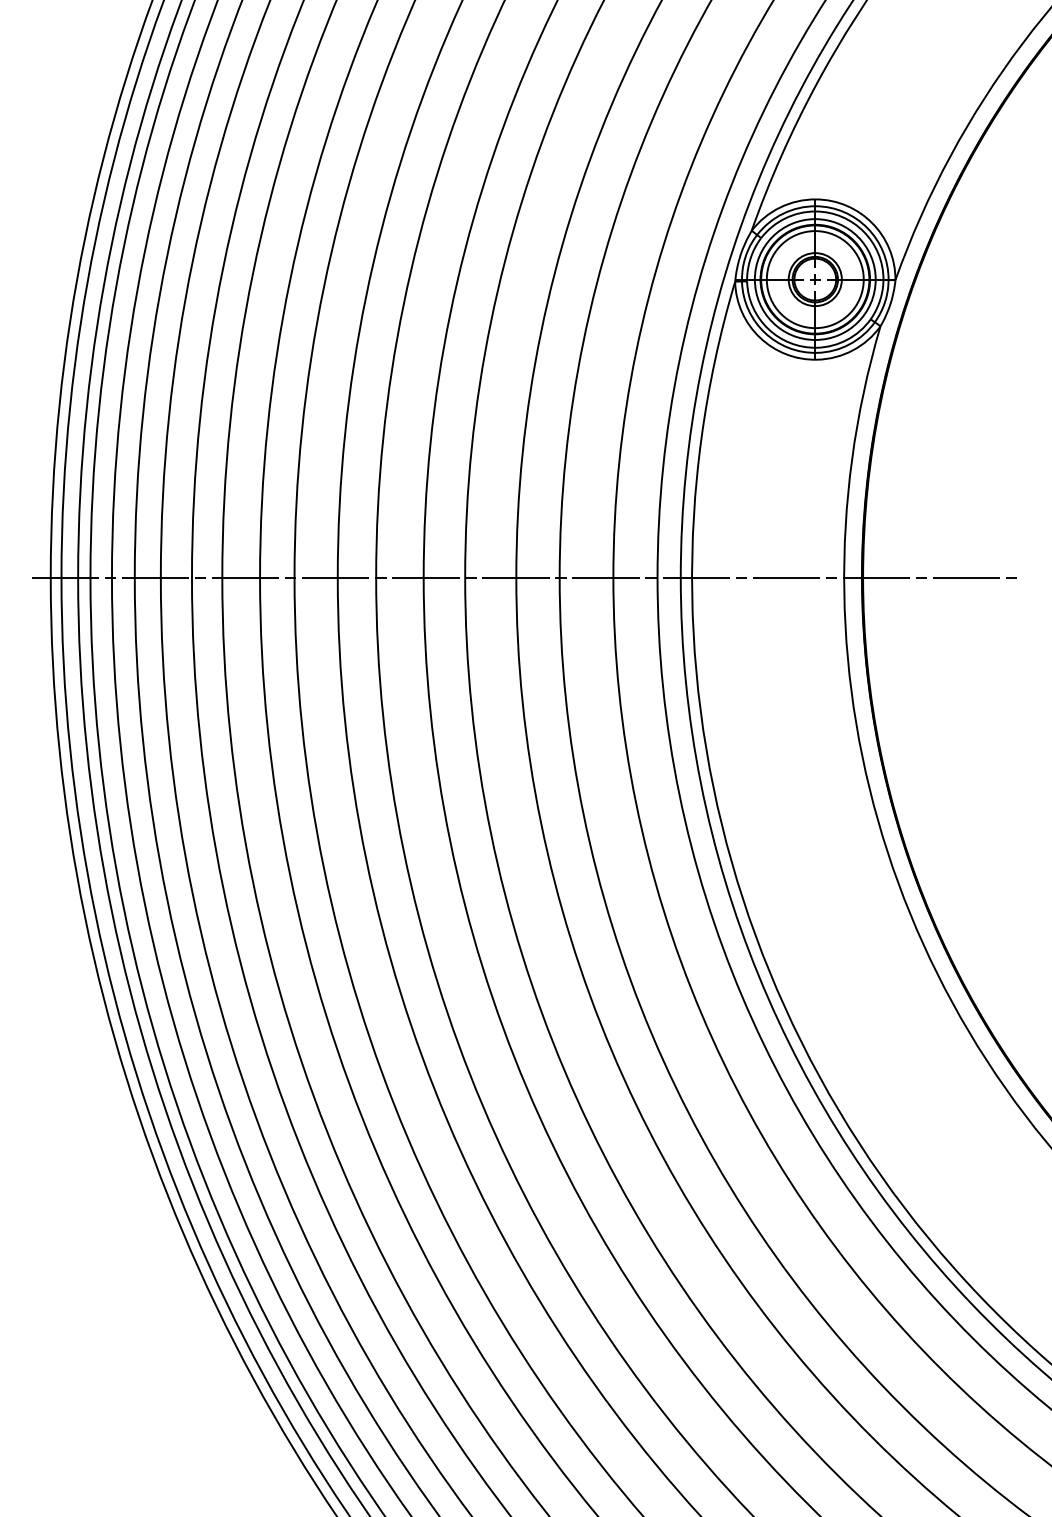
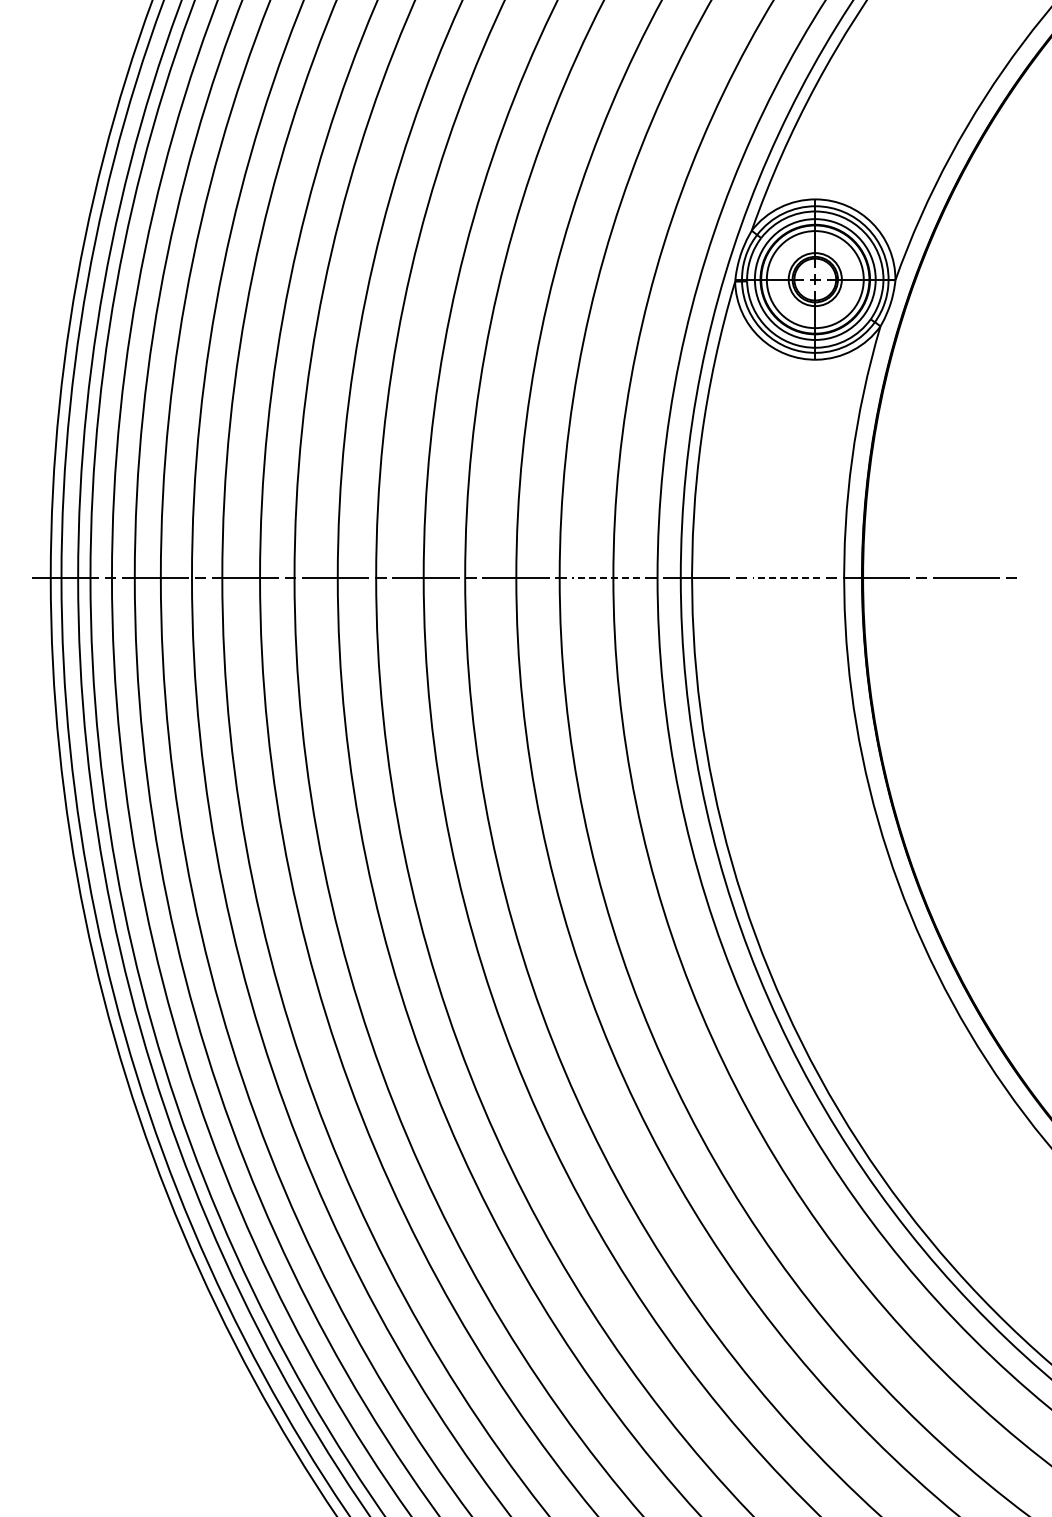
line at (606, 577): solid -> dashed
line at (786, 577): solid -> dashed
